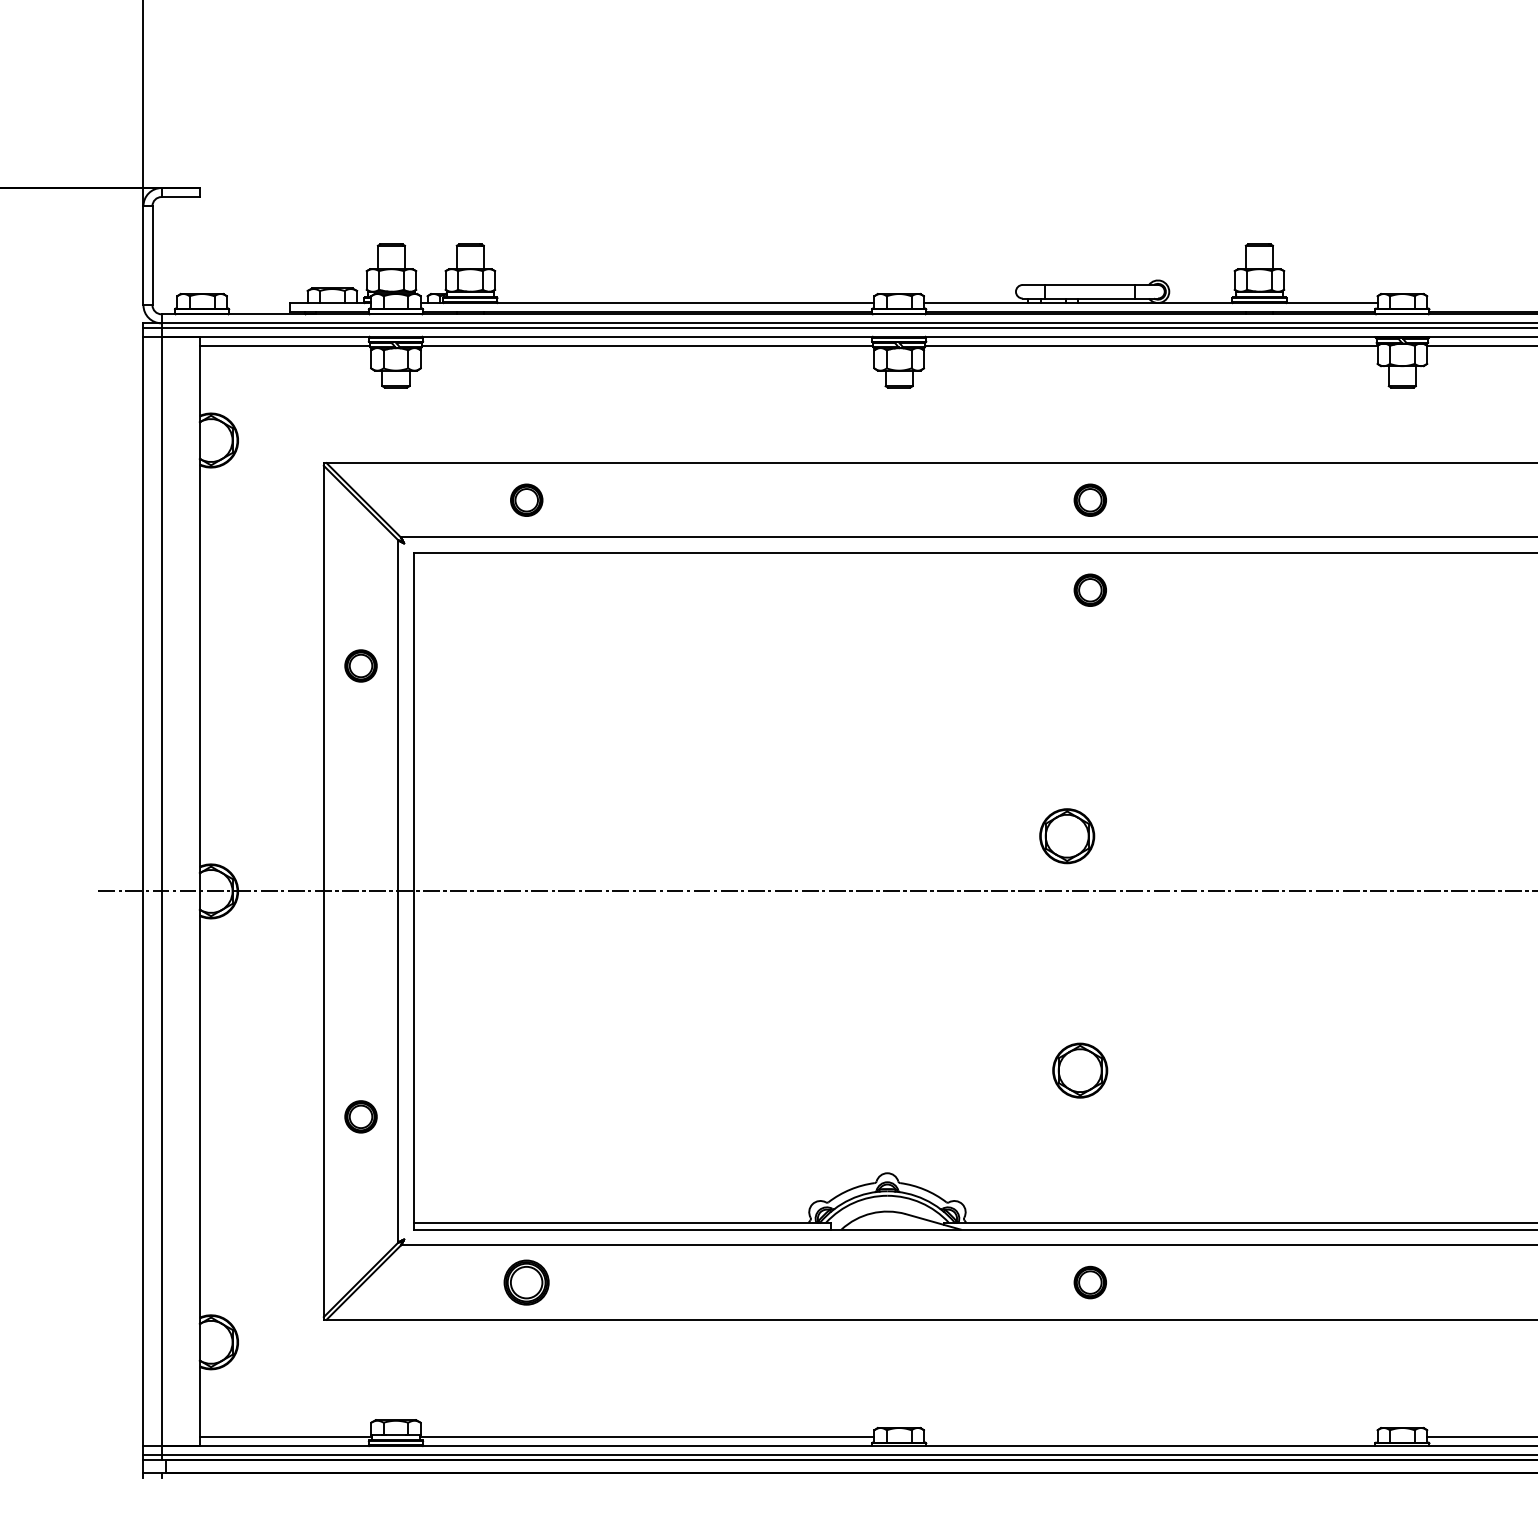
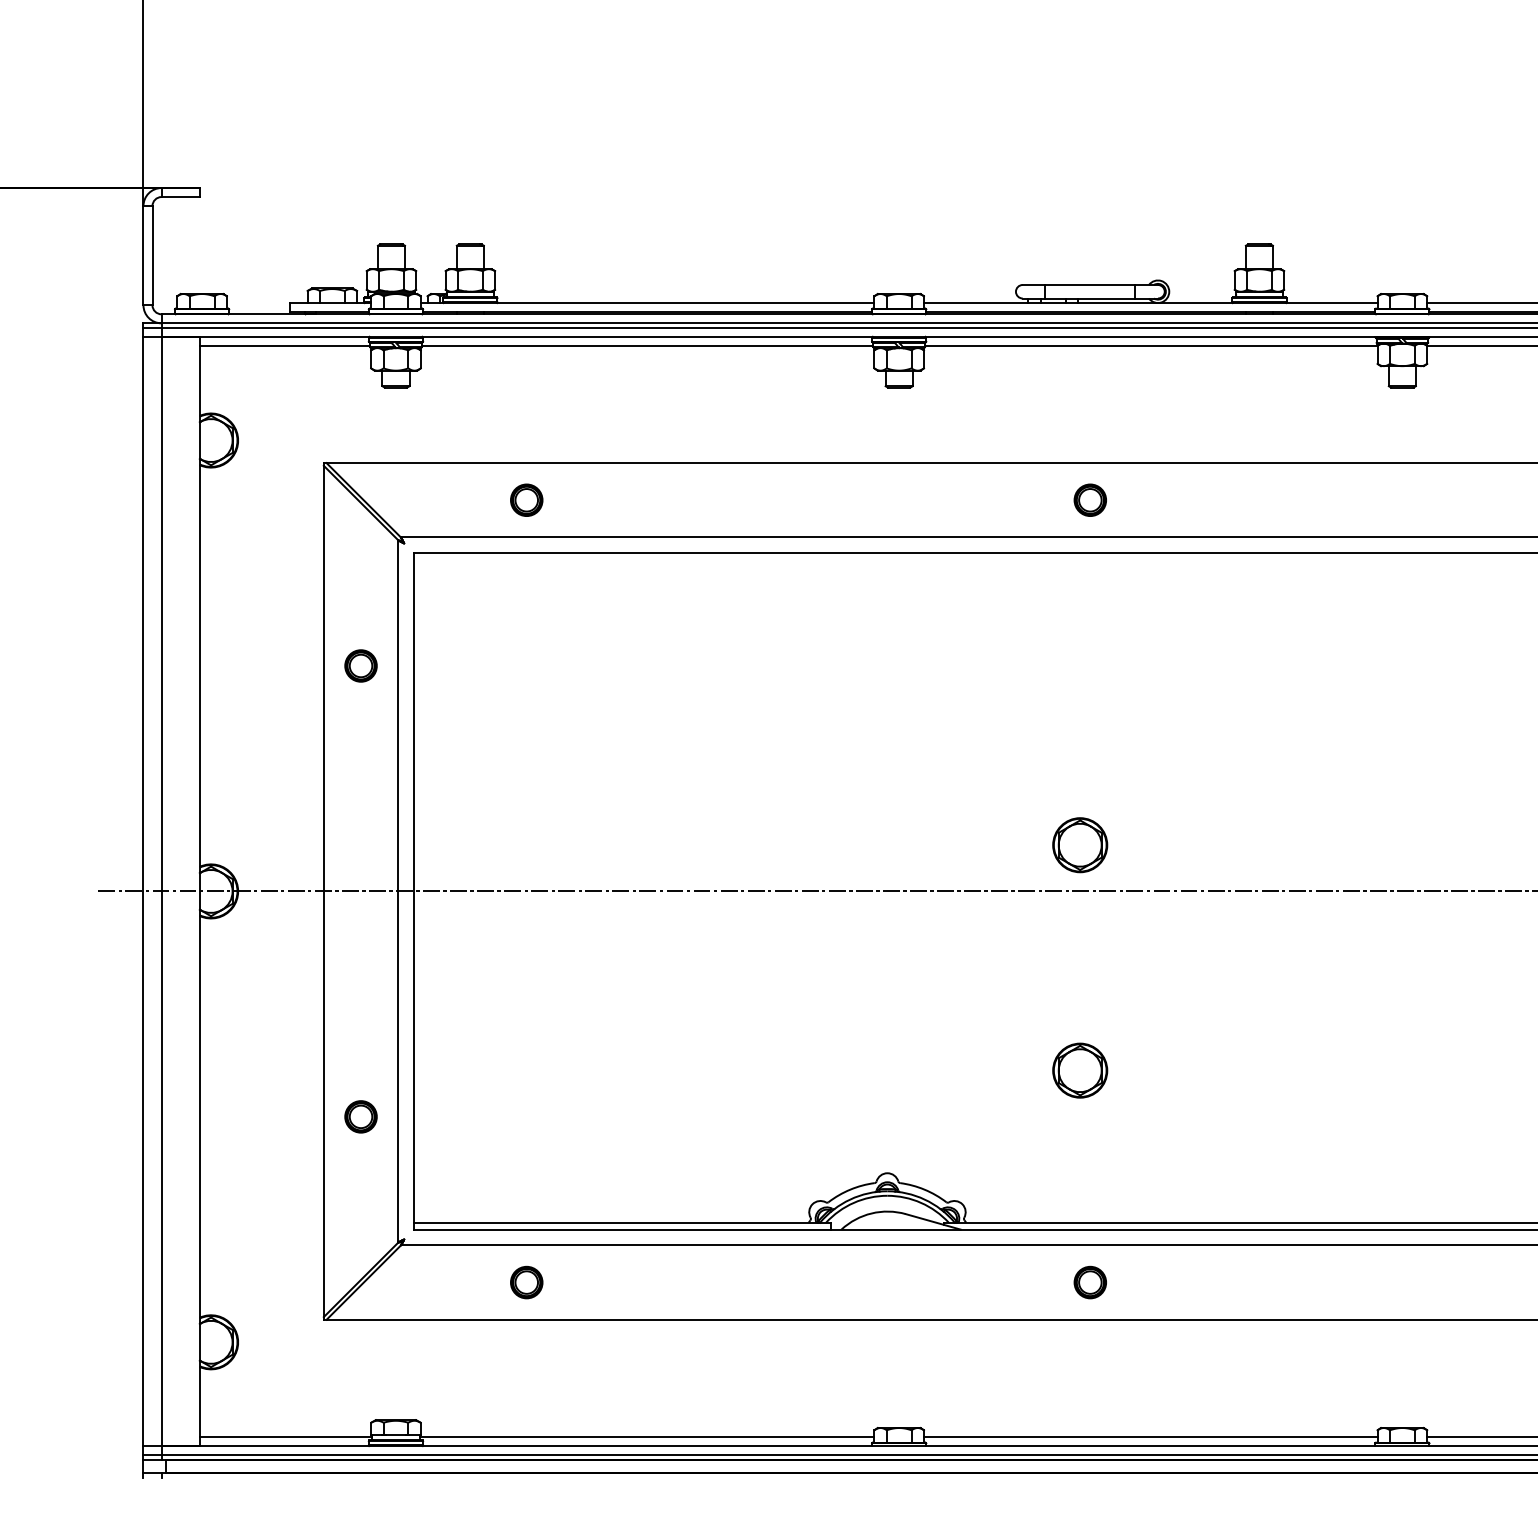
line at (1480, 303): none -> present
part at (1089, 589): present -> none
part at (1067, 836) position: (1067, 836) -> (1080, 845)
part at (526, 1282) size: 47x47 px -> 34x35 px
line at (1150, 1437): none -> present
